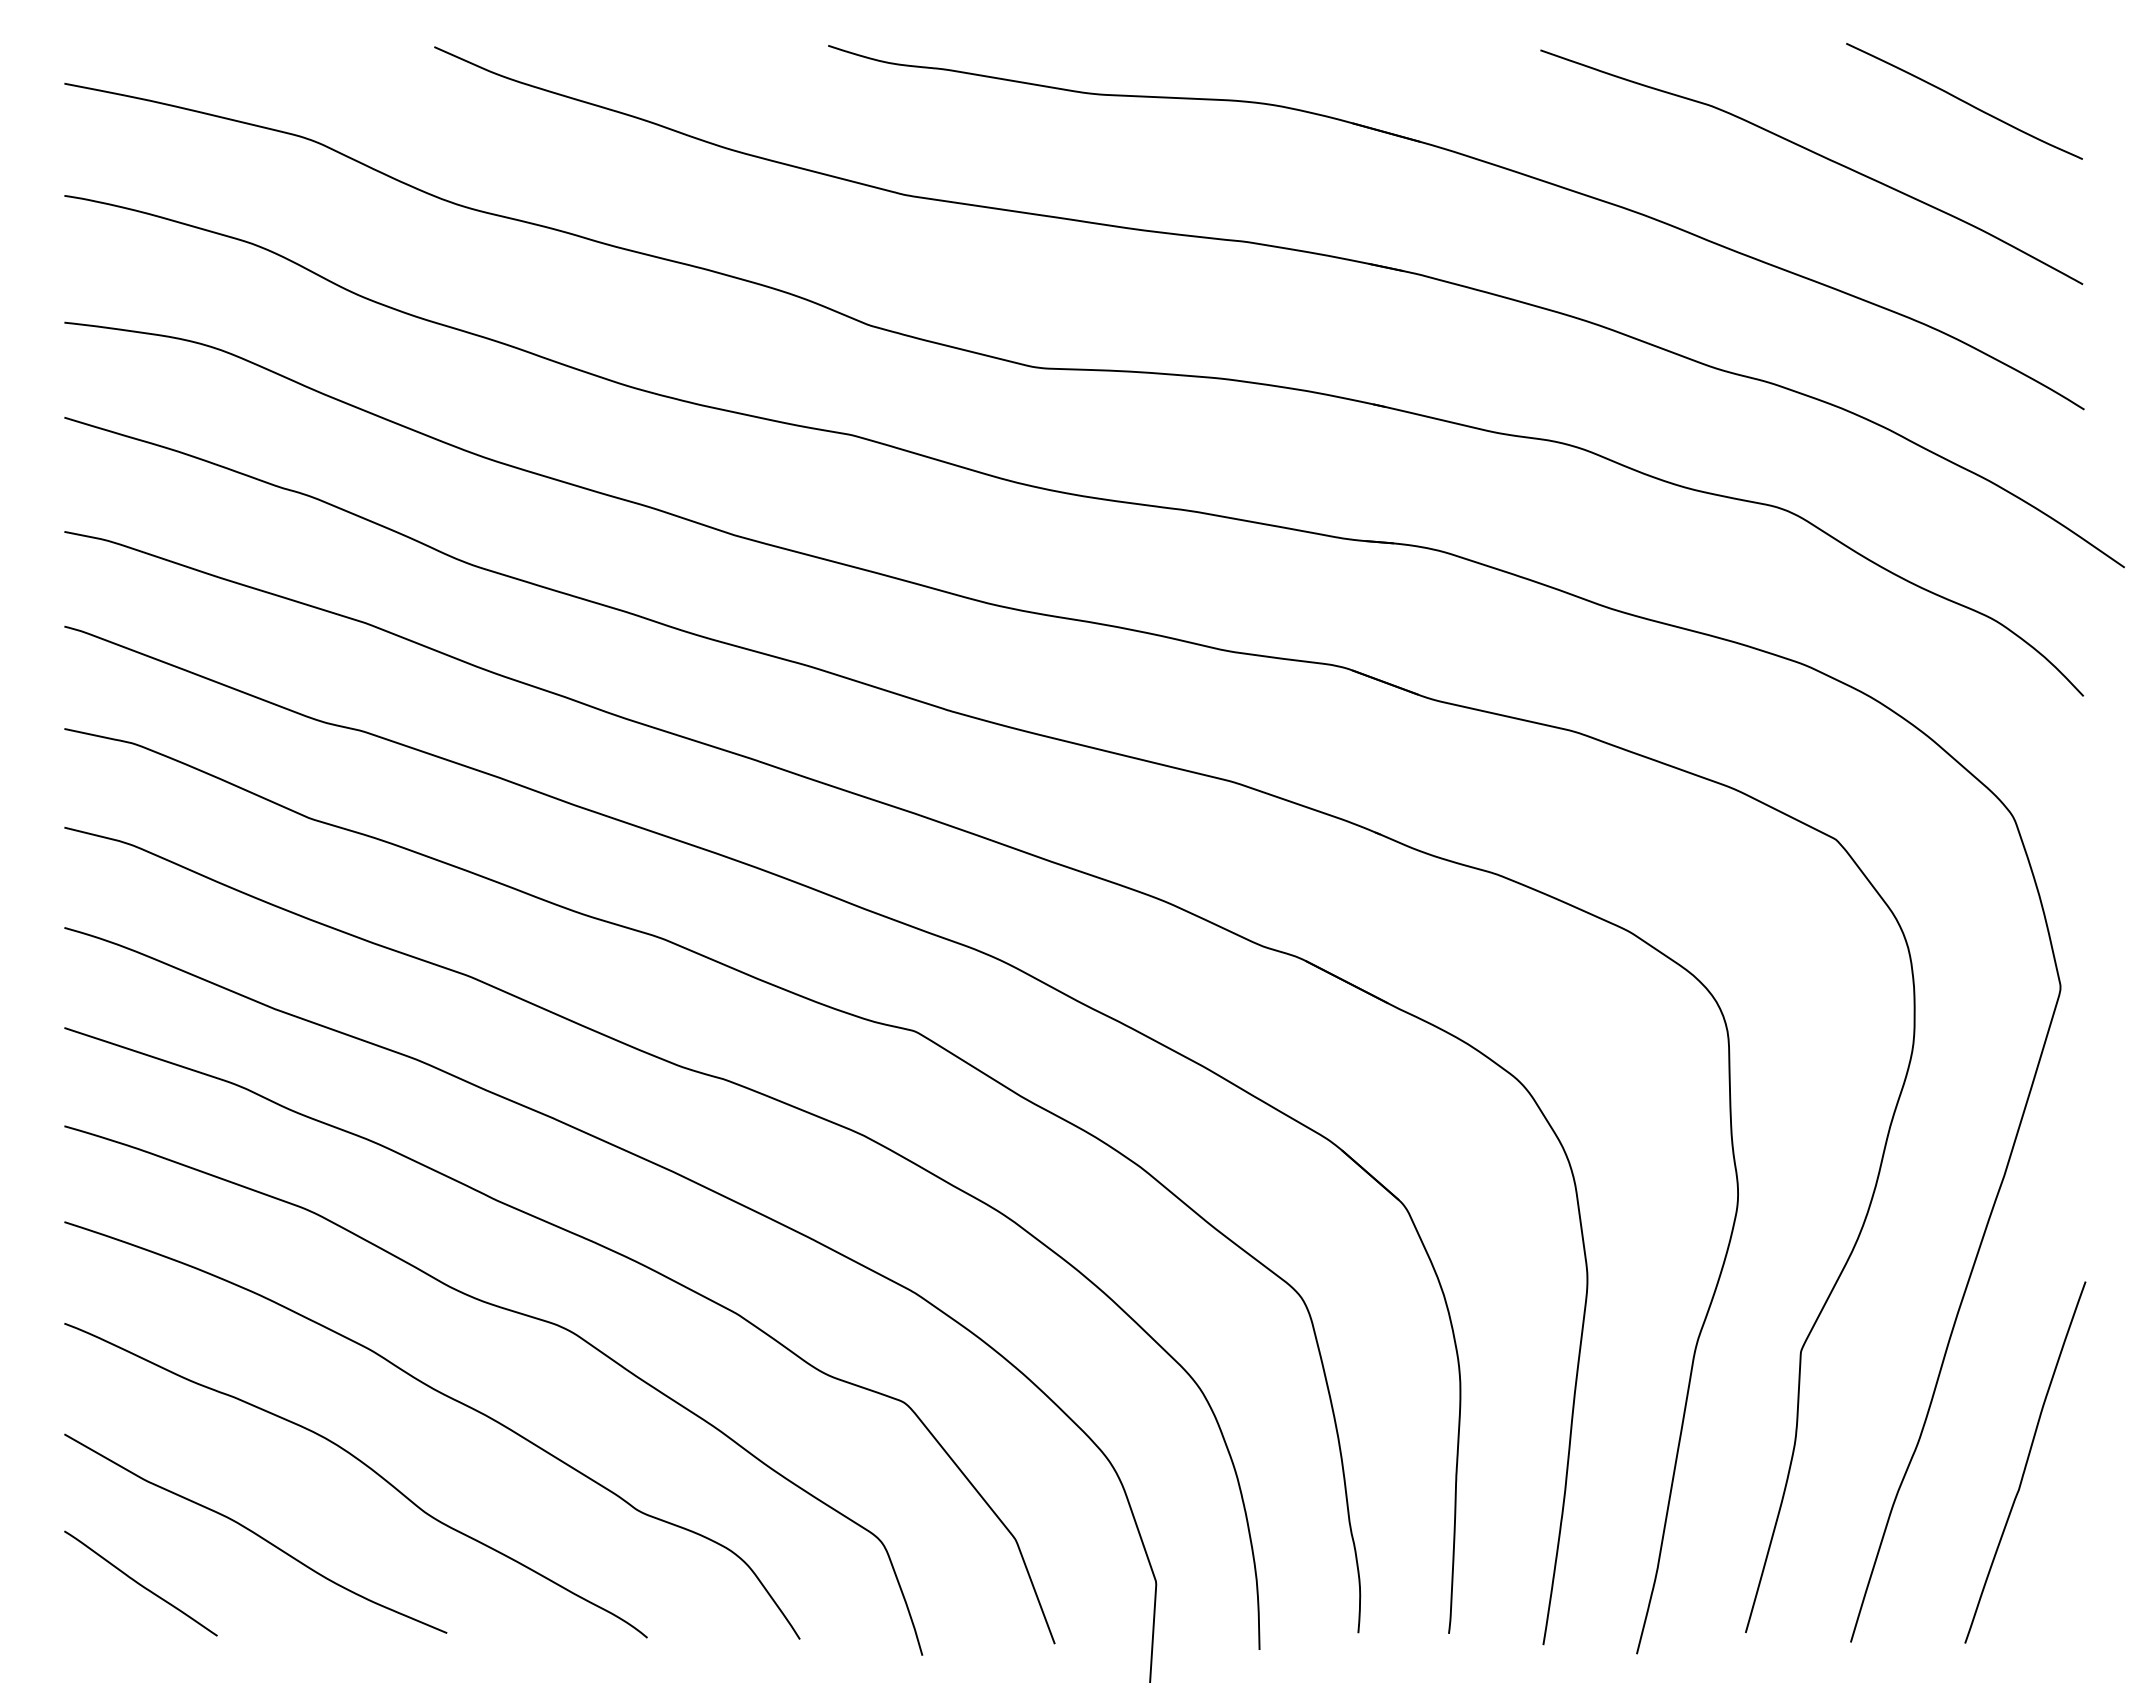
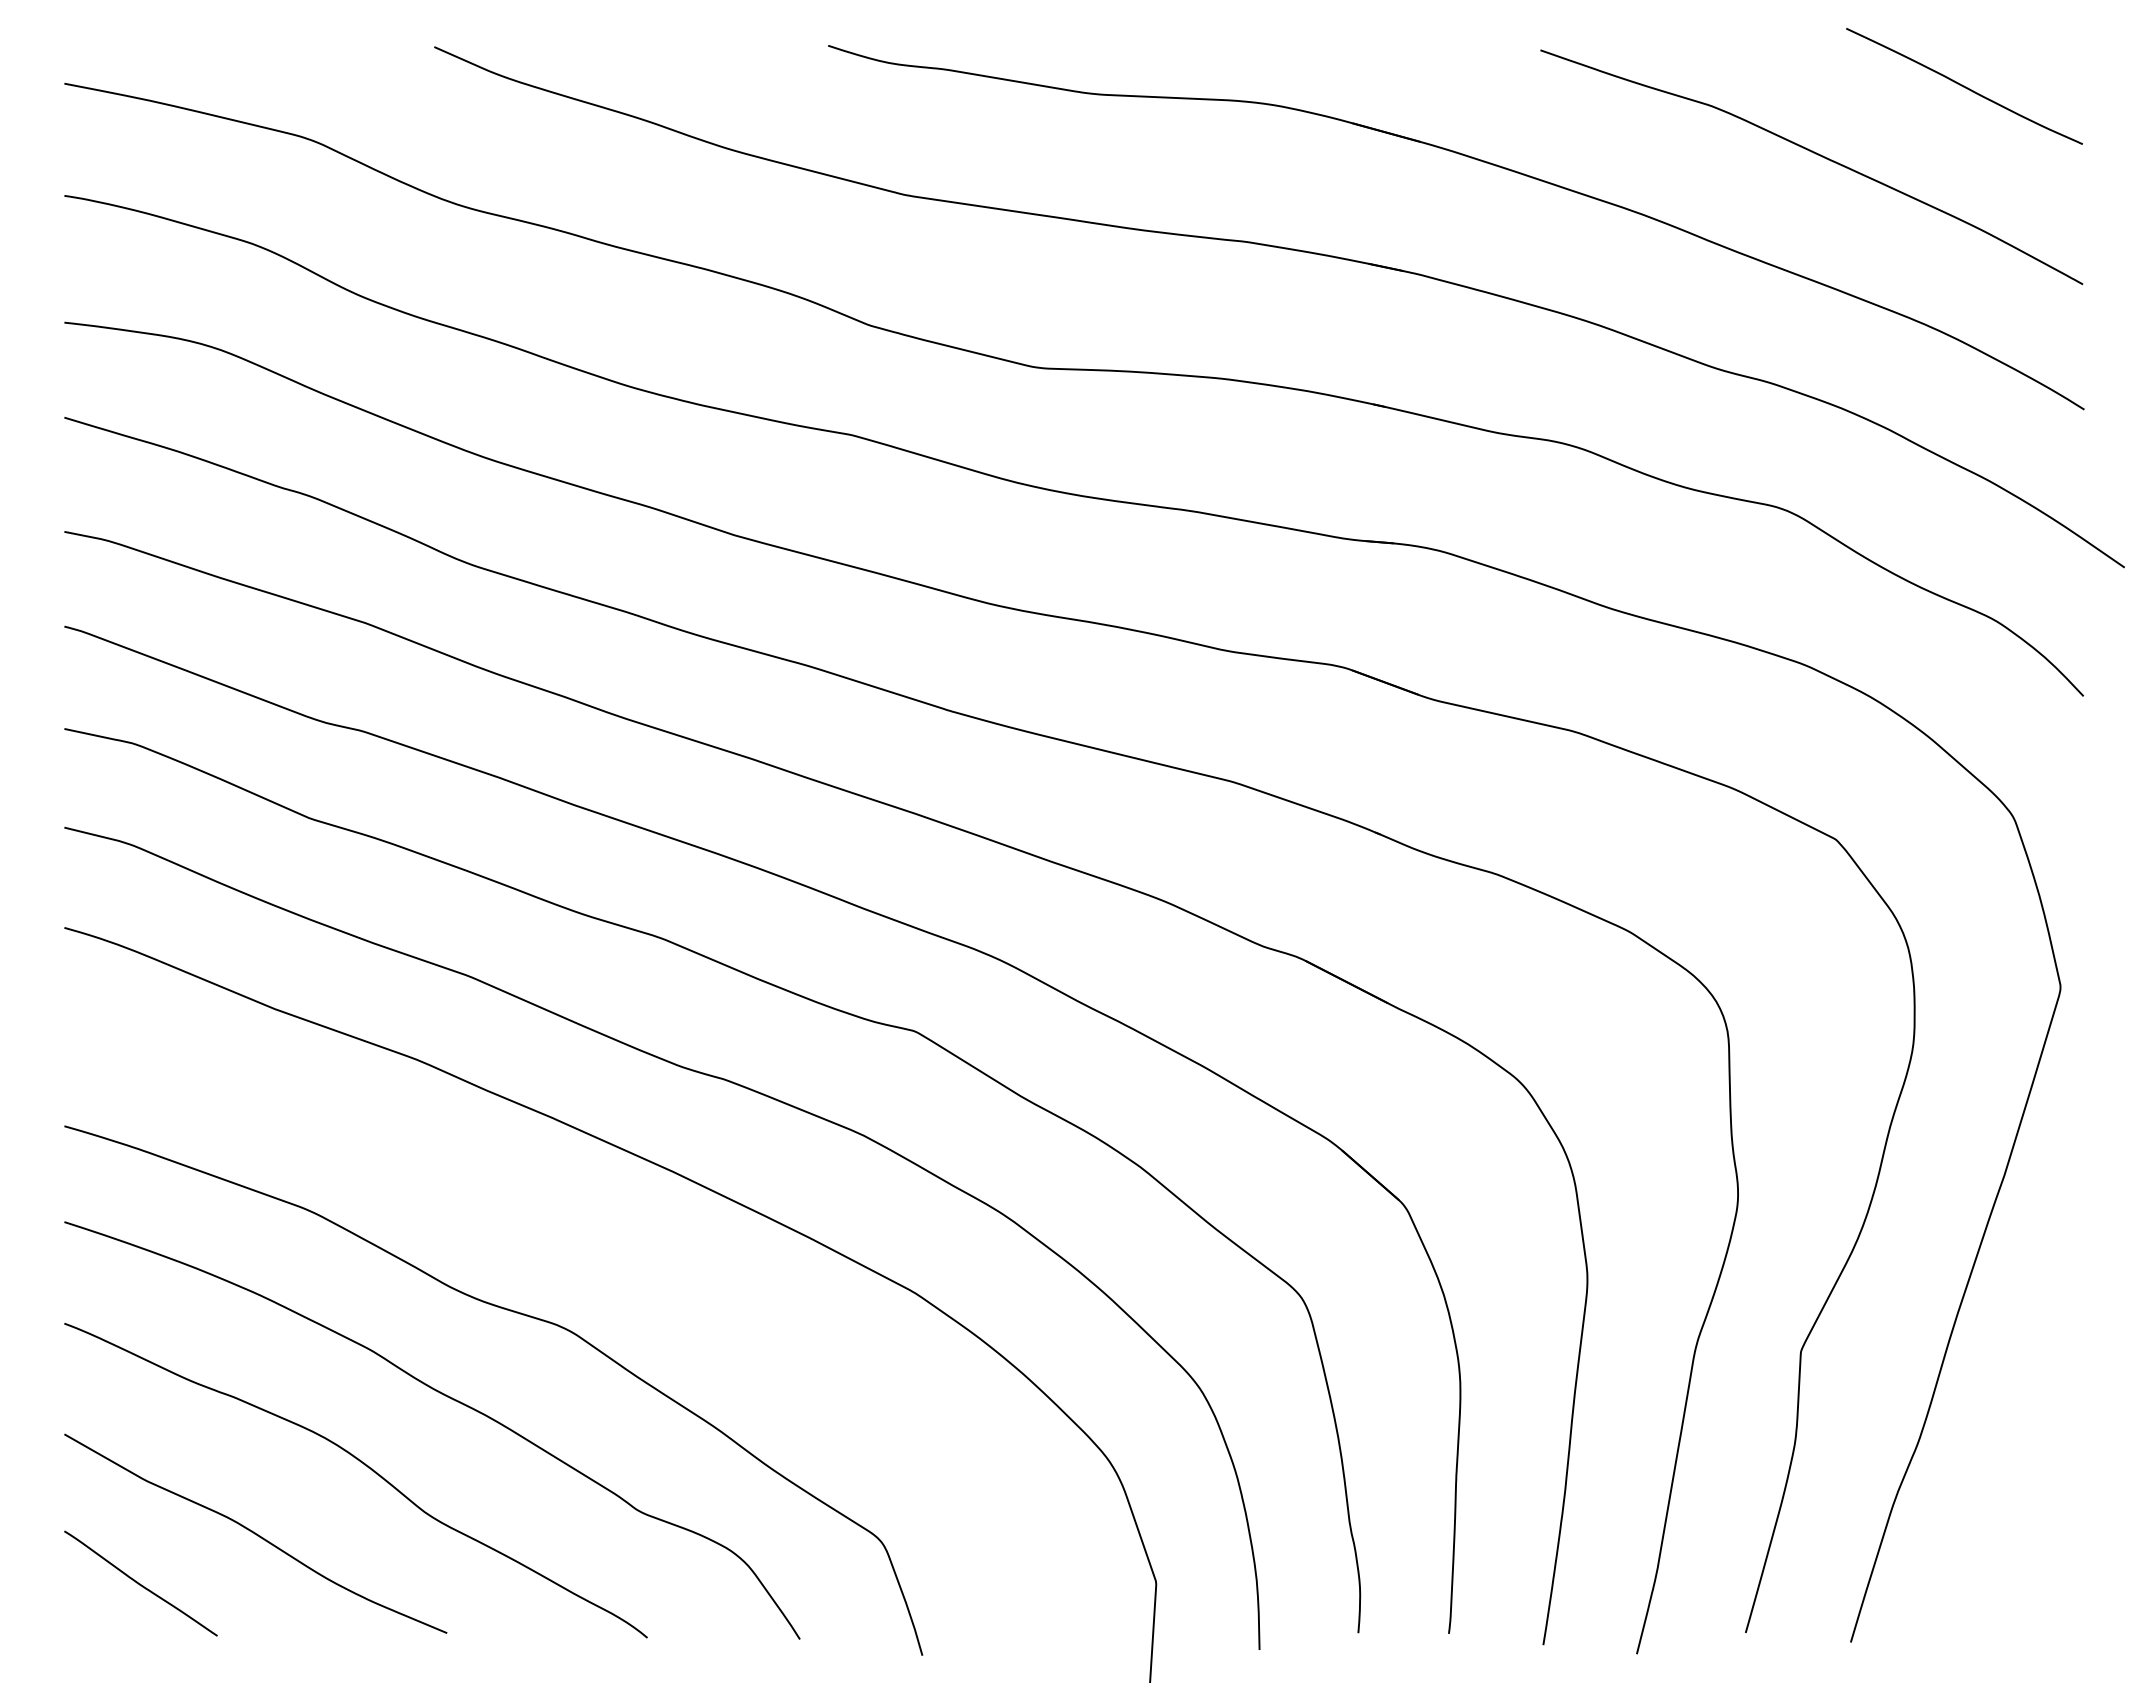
curve at (1964, 101) position: (1964, 101) -> (1964, 86)
curve at (602, 1247): present -> none
curve at (2025, 1462): present -> none
